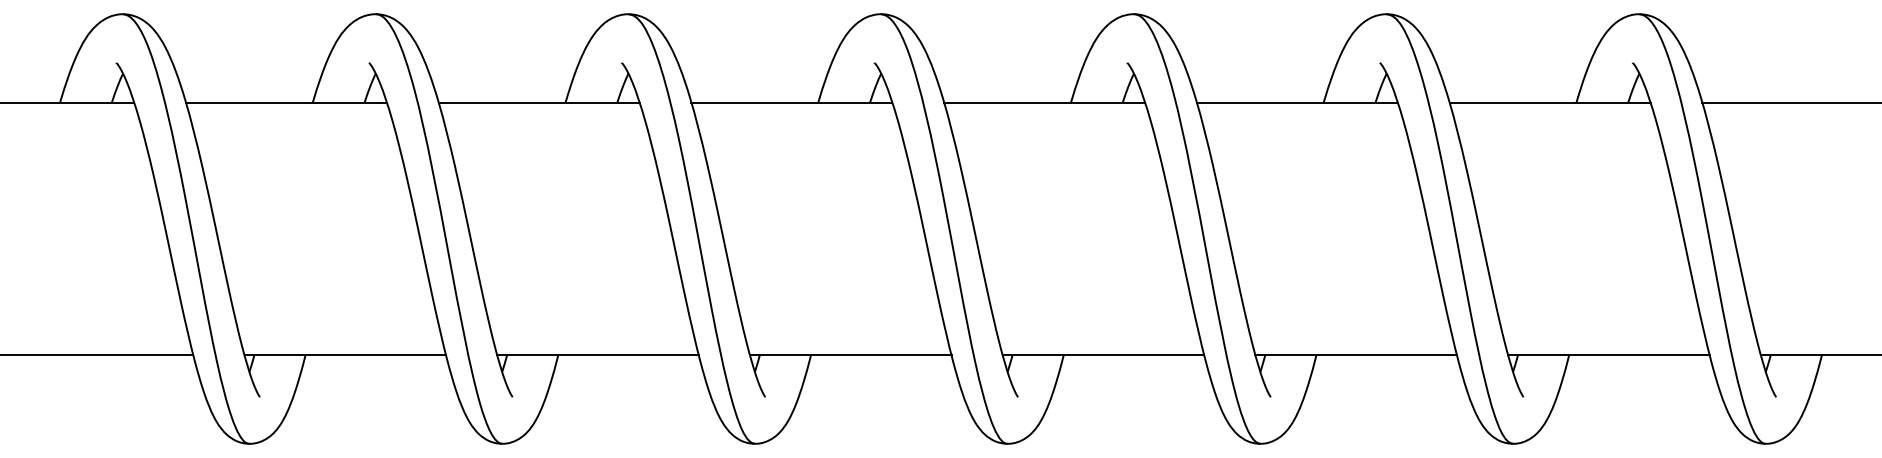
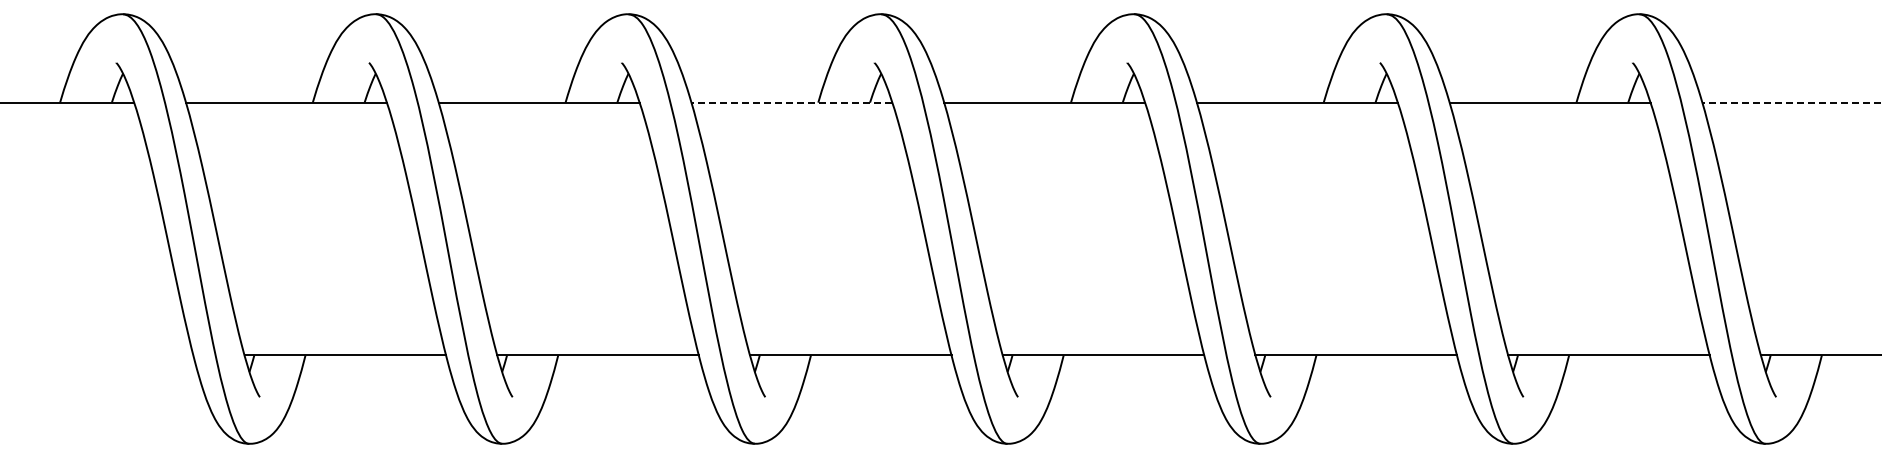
line at (791, 102): solid -> dashed
line at (1791, 102): solid -> dashed
line at (97, 355): present -> none
